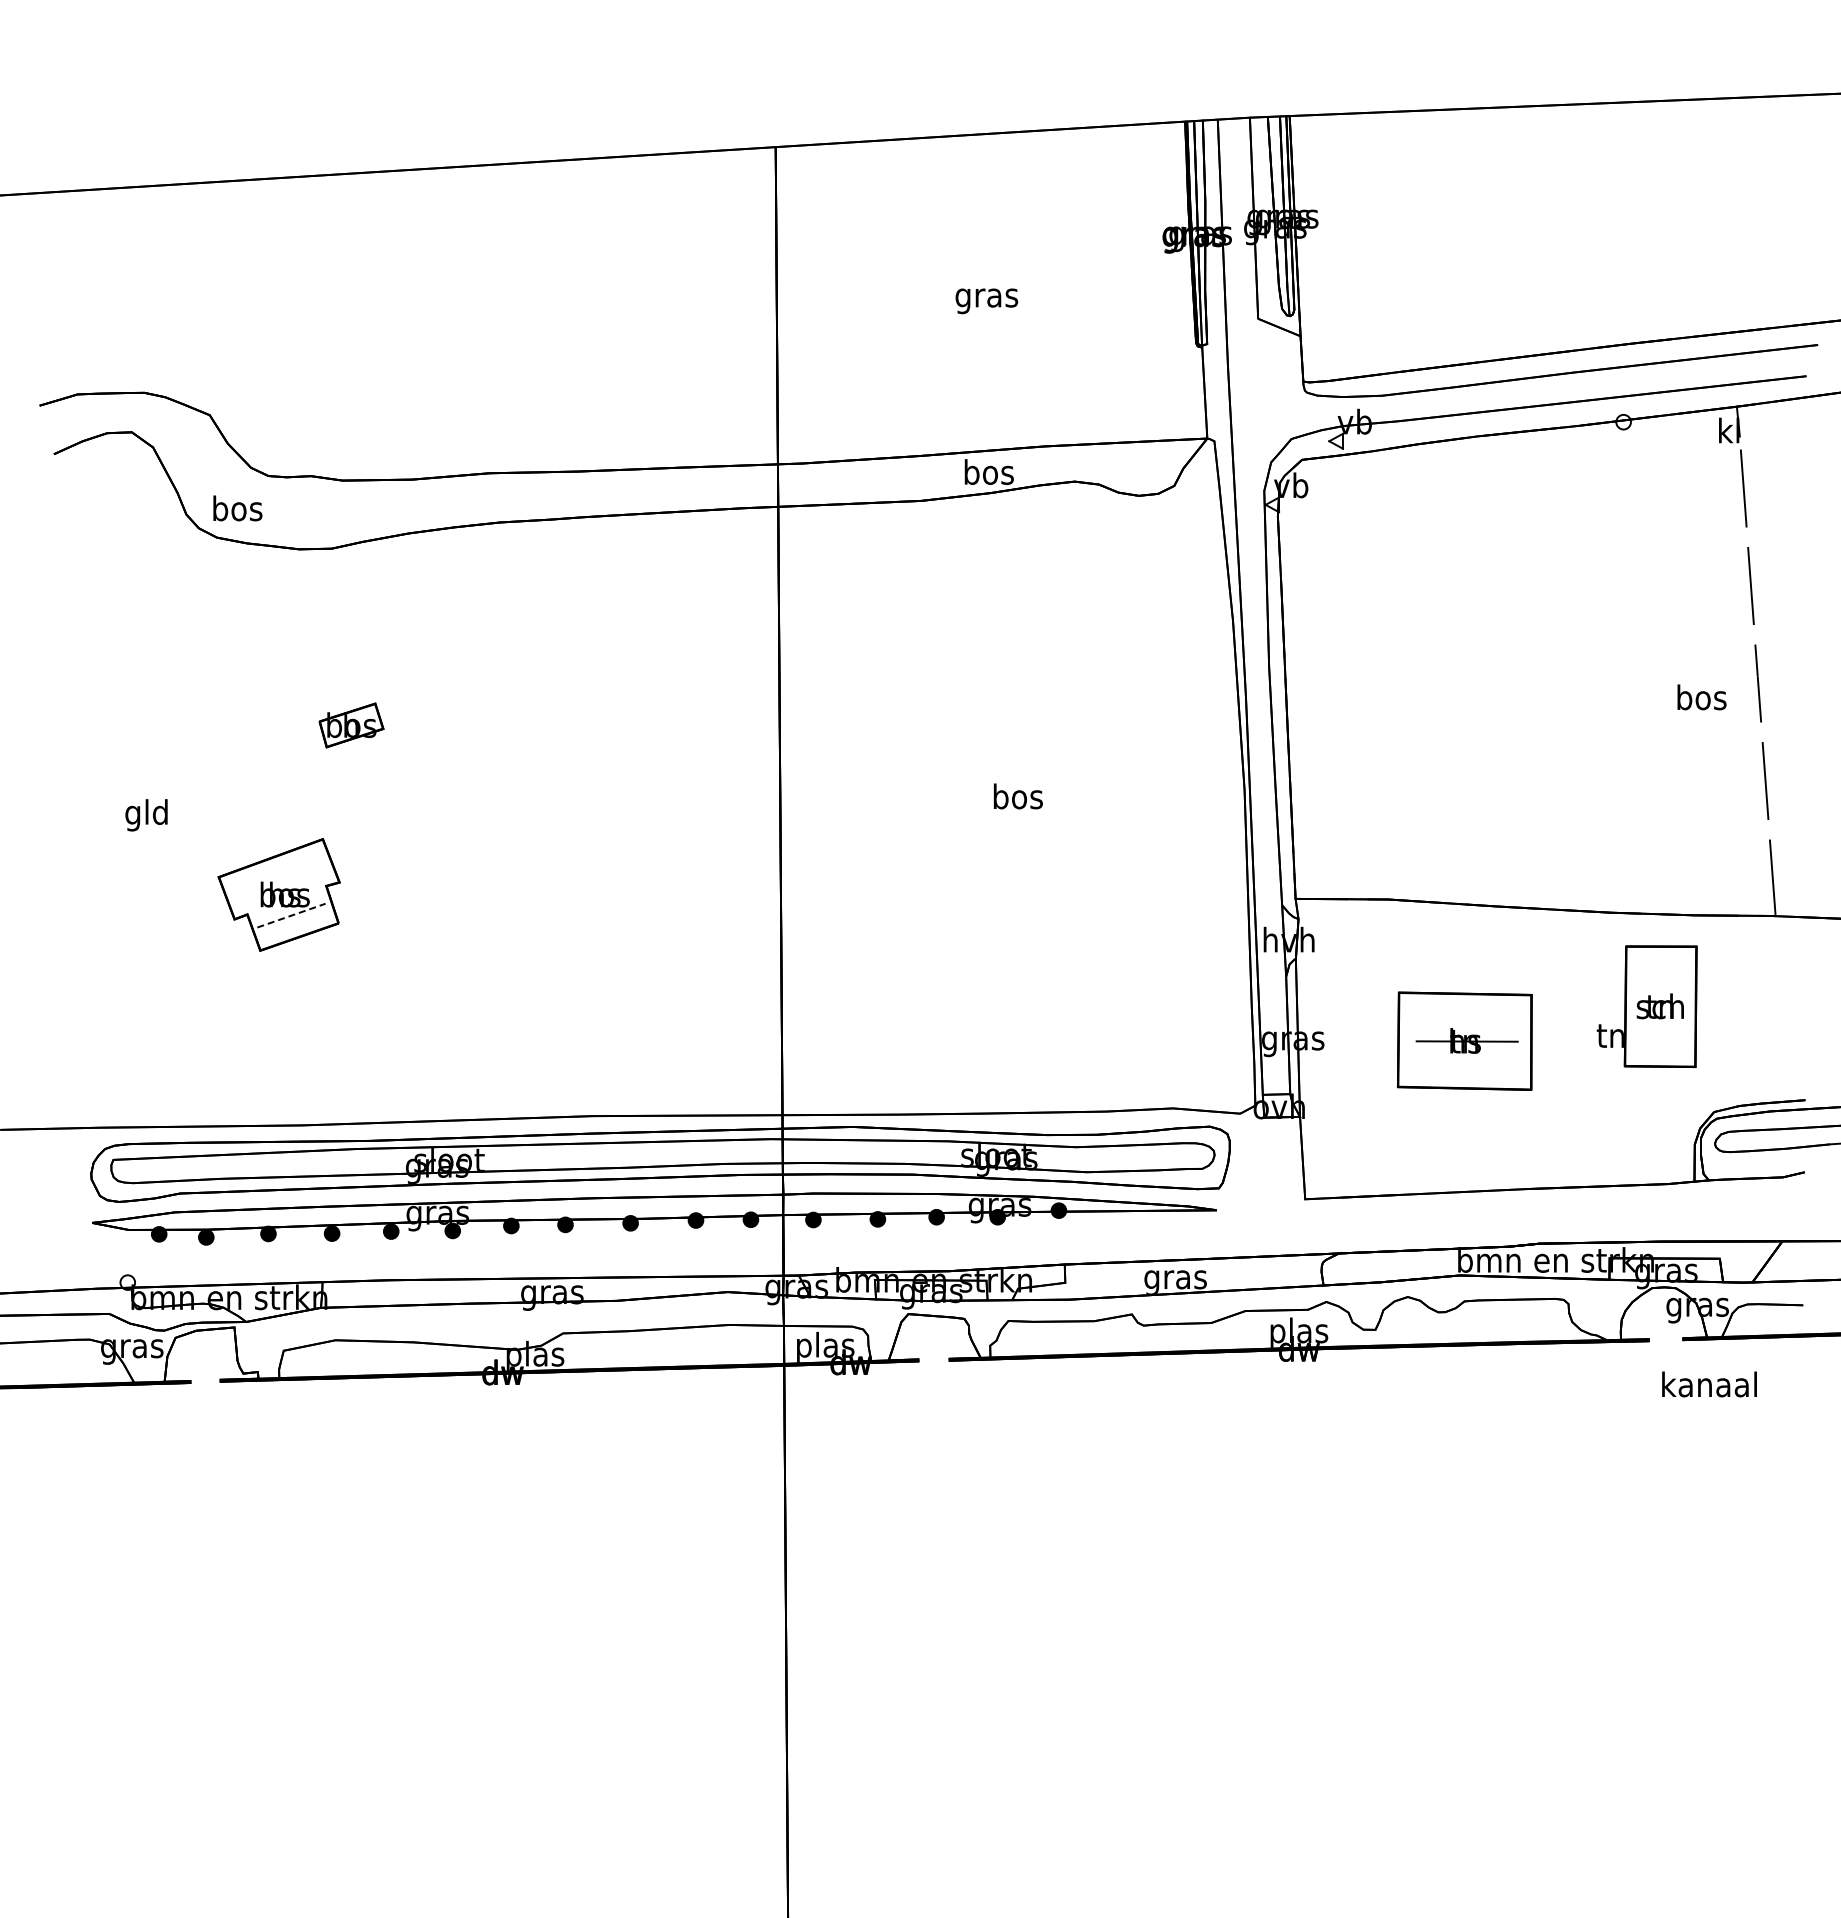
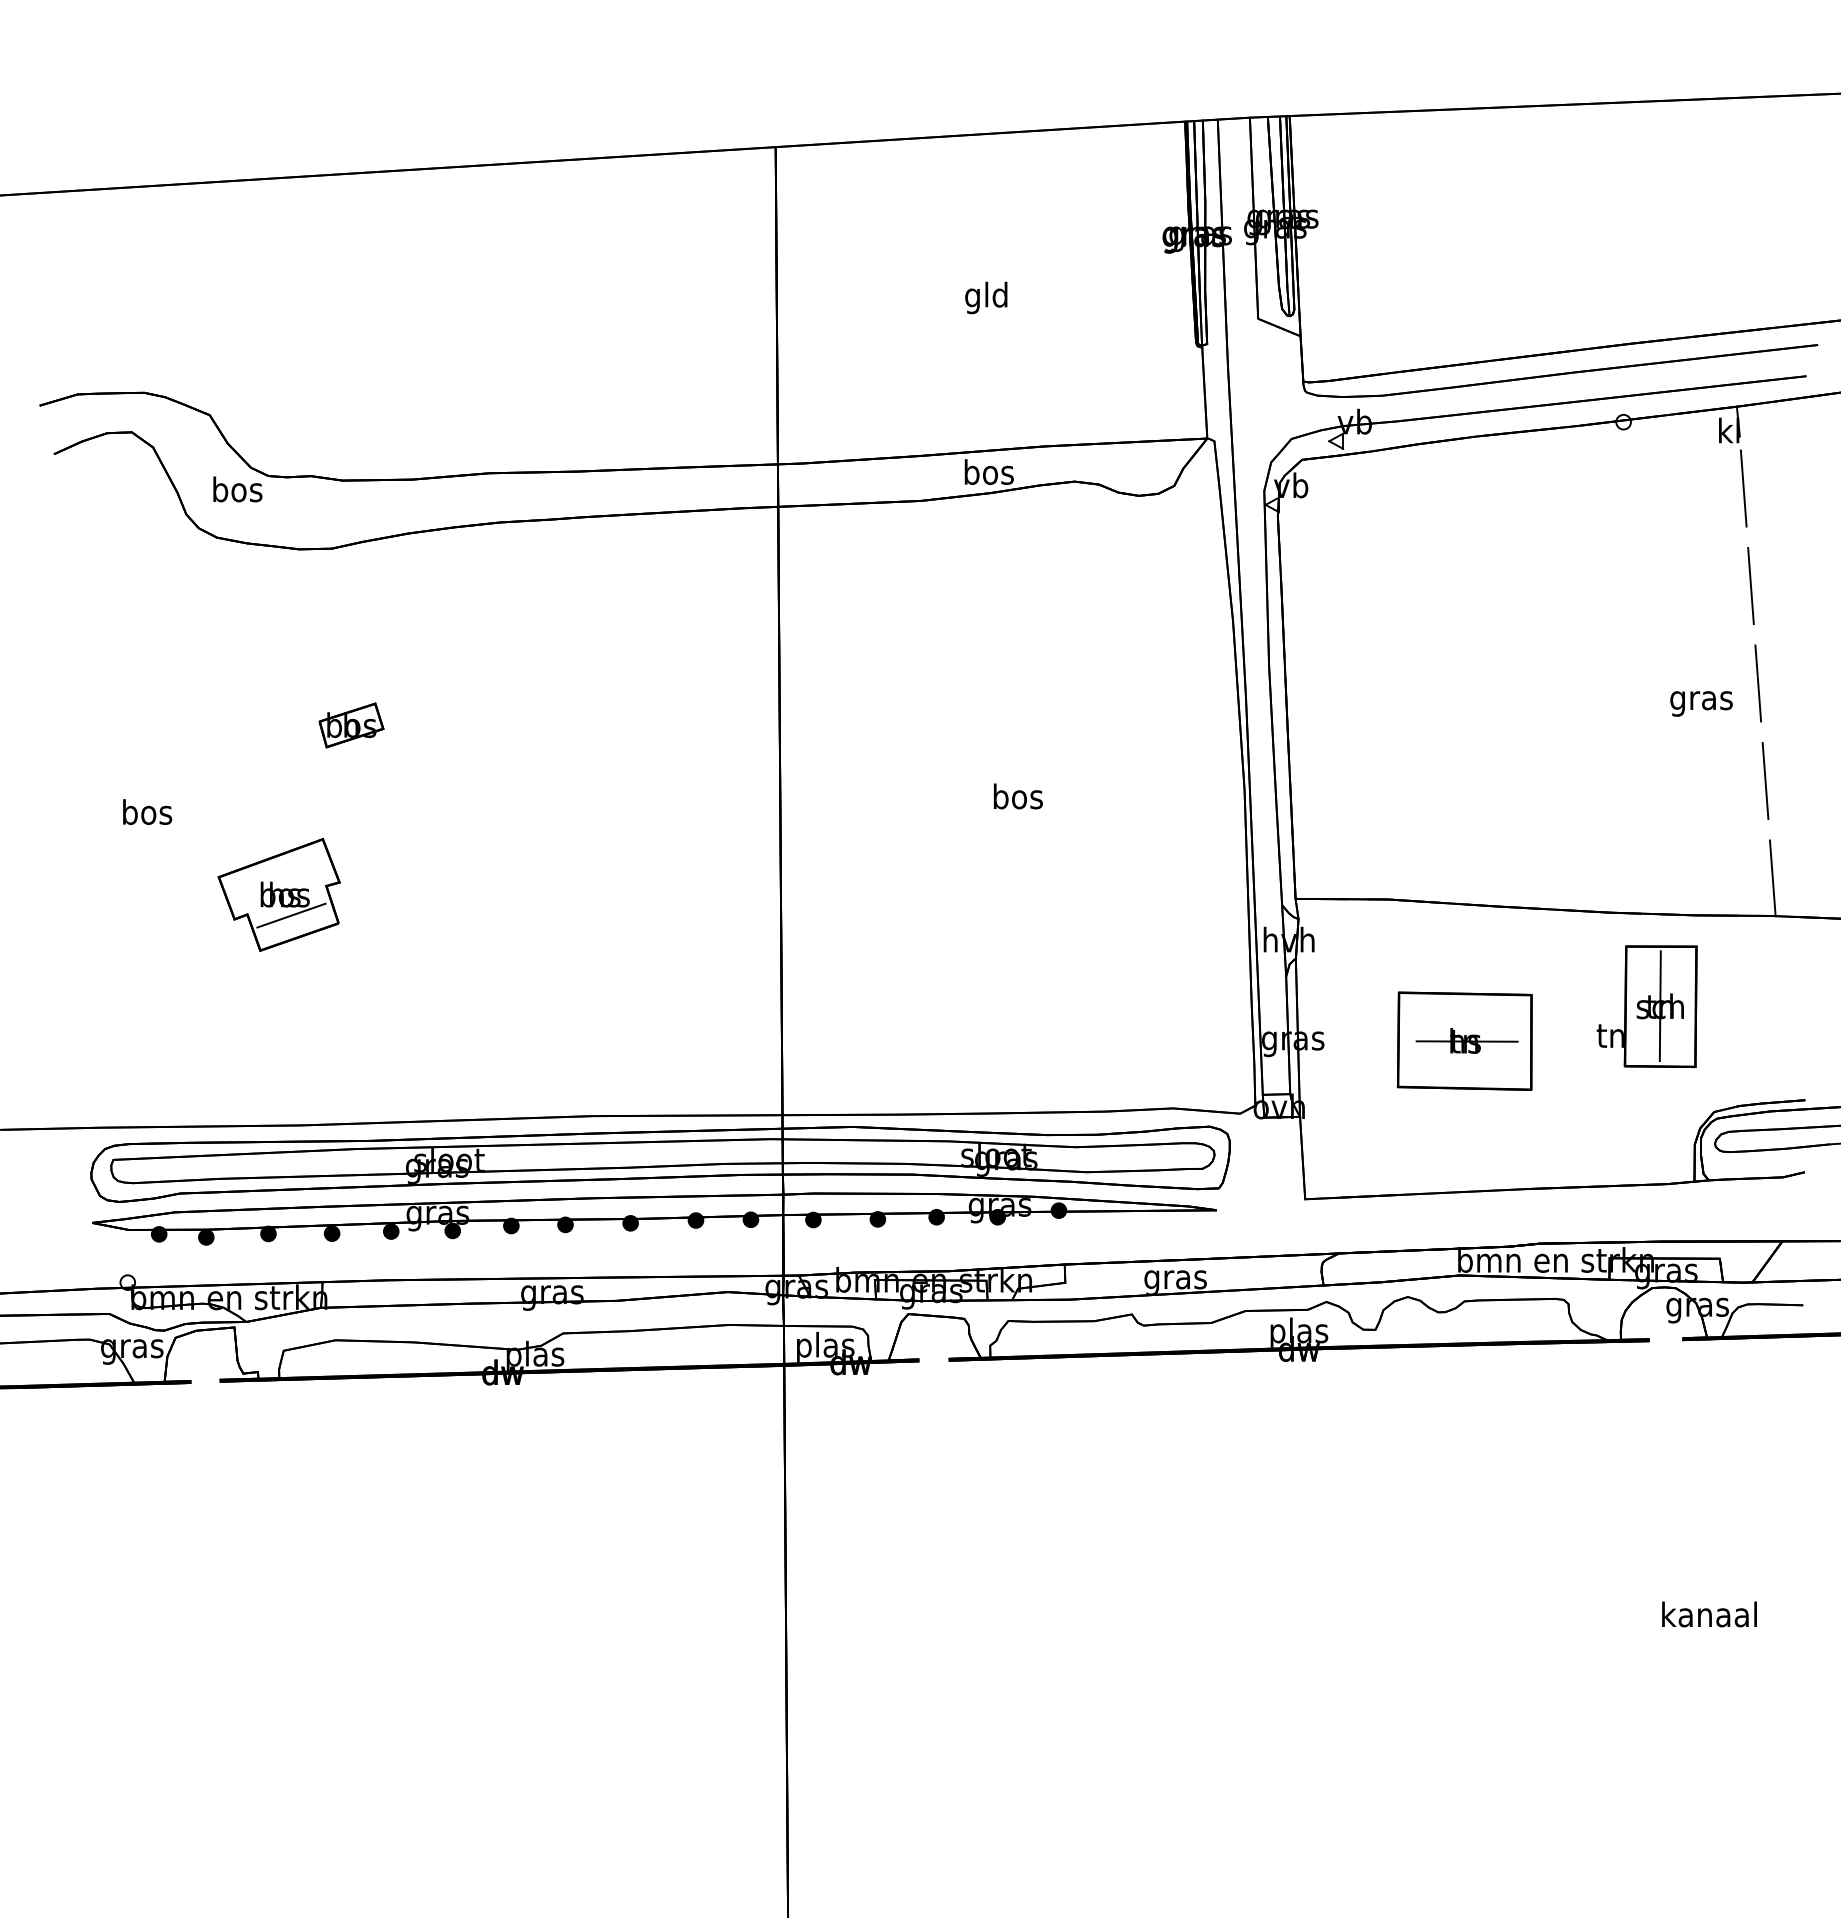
text at (986, 297): gras -> gld
text at (237, 508) position: (237, 508) -> (237, 489)
text at (1701, 700): bos -> gras
text at (147, 815): gld -> bos
line at (291, 915): dashed -> solid
line at (1659, 1006): none -> present
text at (1709, 1384) position: (1709, 1384) -> (1709, 1614)
